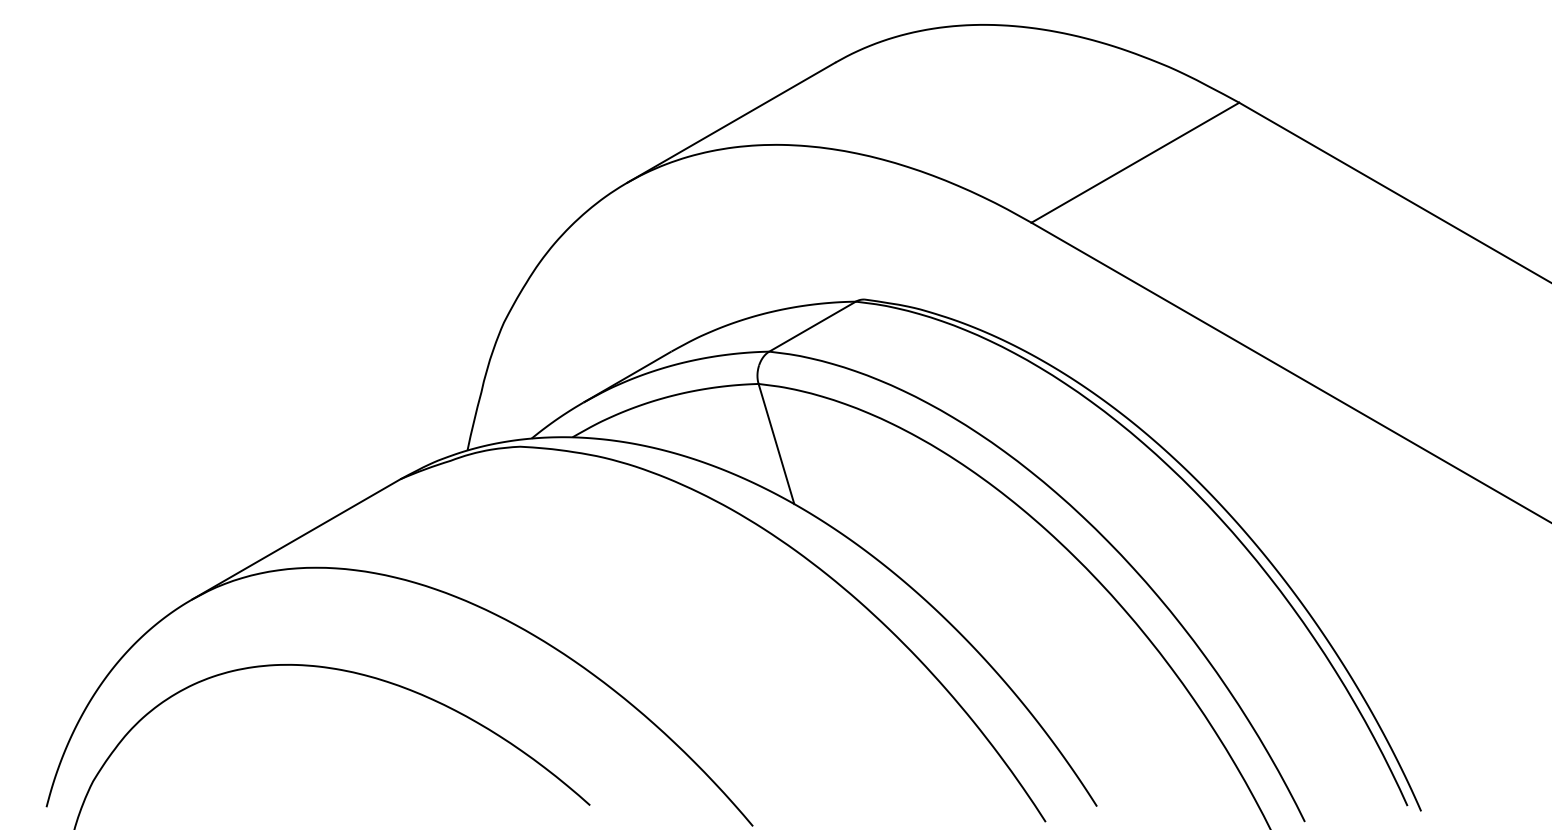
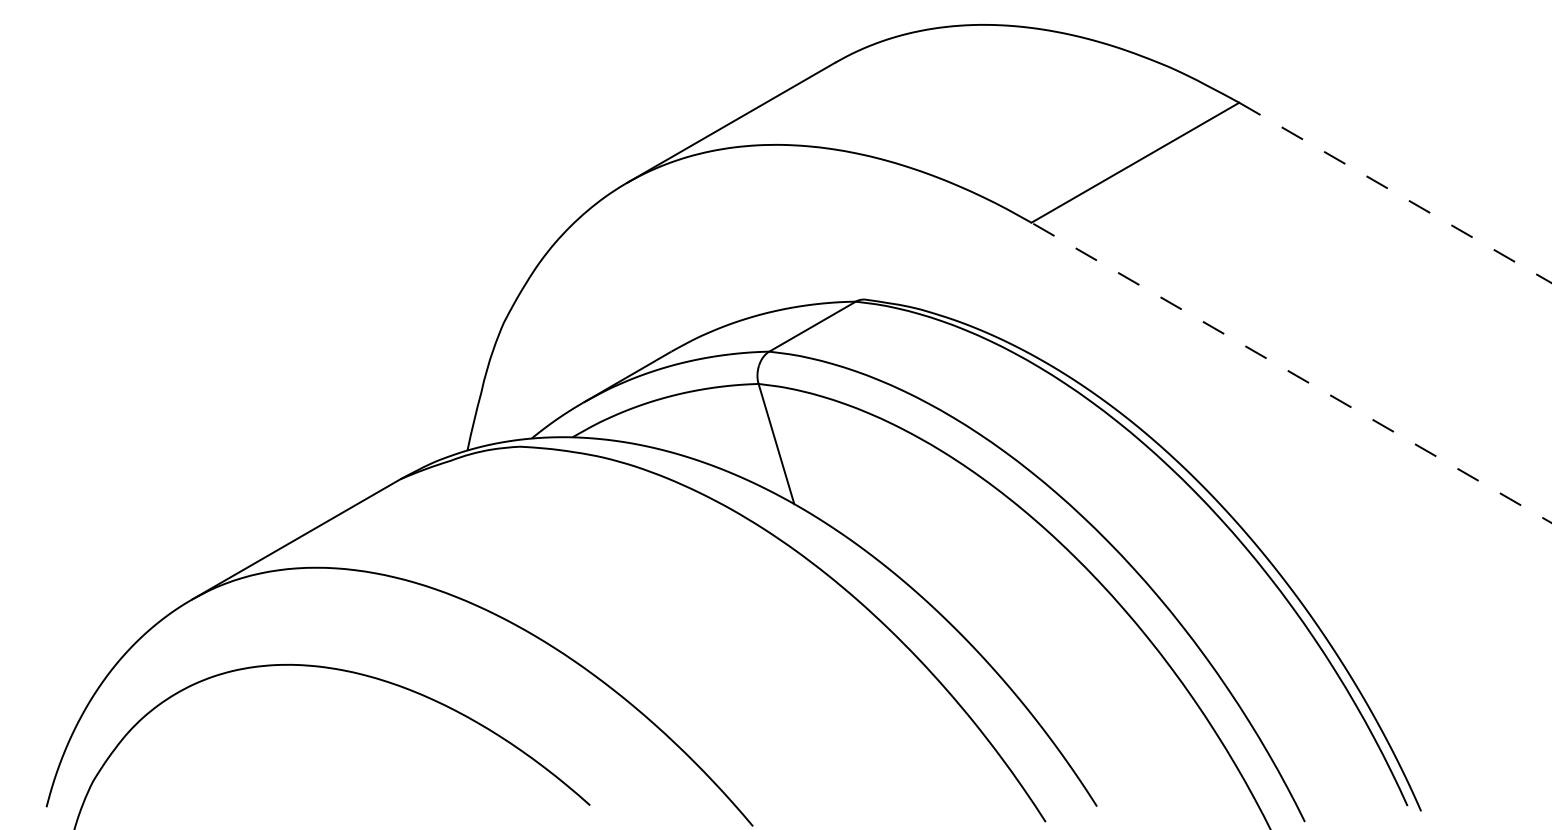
line at (1395, 193): solid -> dashed
line at (1291, 372): solid -> dashed
